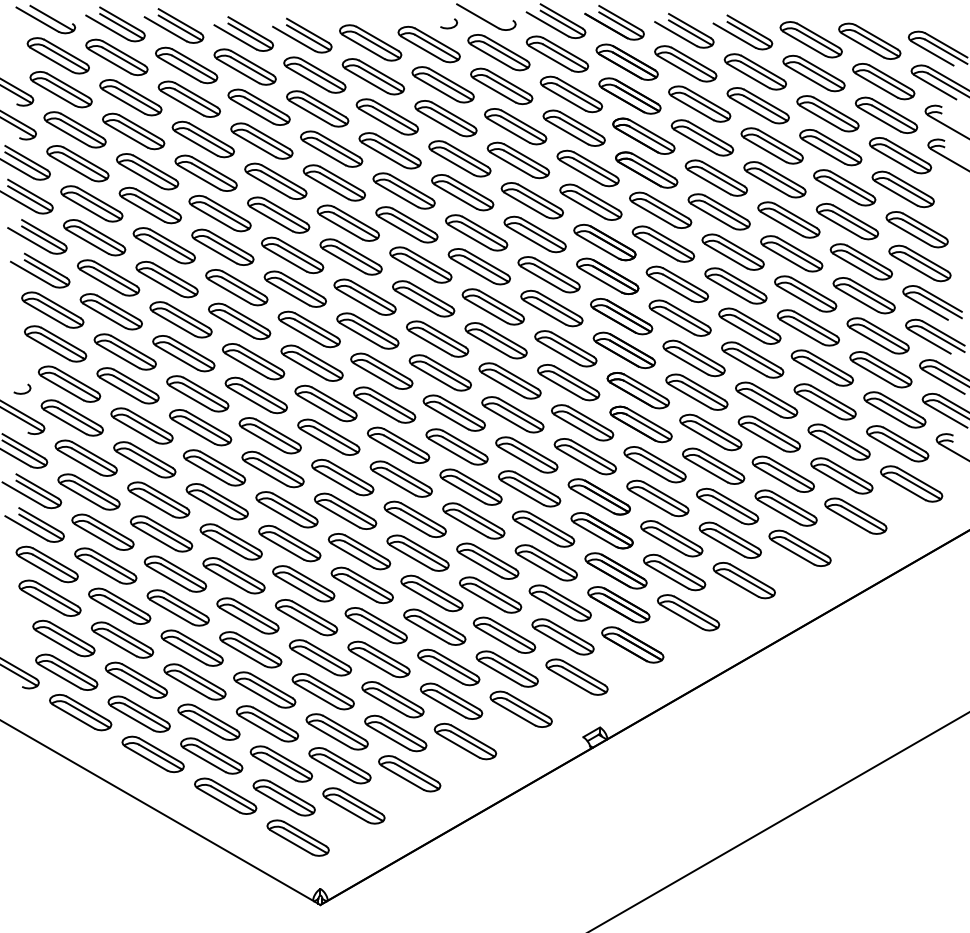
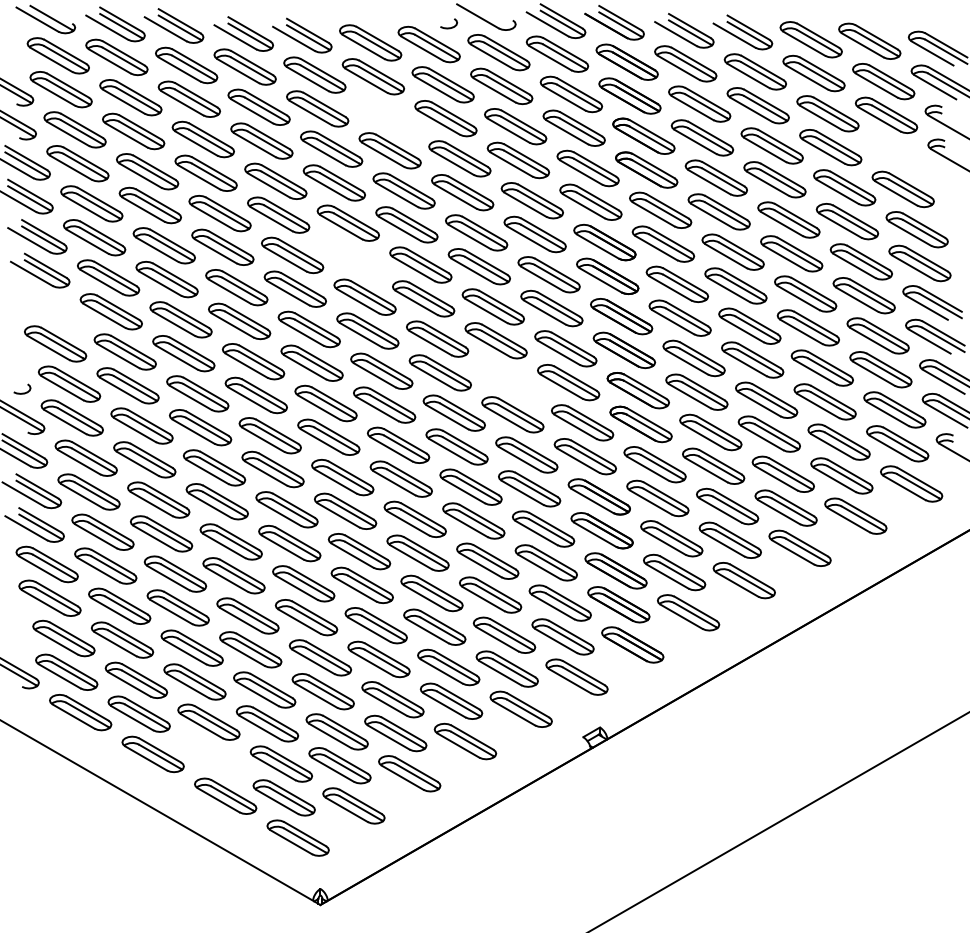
part at (386, 116): present -> none
part at (900, 155): present -> none
part at (350, 256): present -> none
part at (52, 309): present -> none
part at (509, 380): present -> none
part at (211, 755): present -> none
